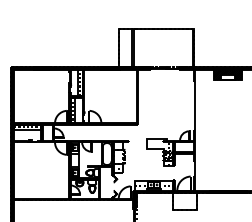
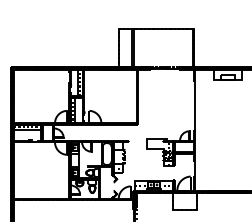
hatch at (227, 75): present -> none
